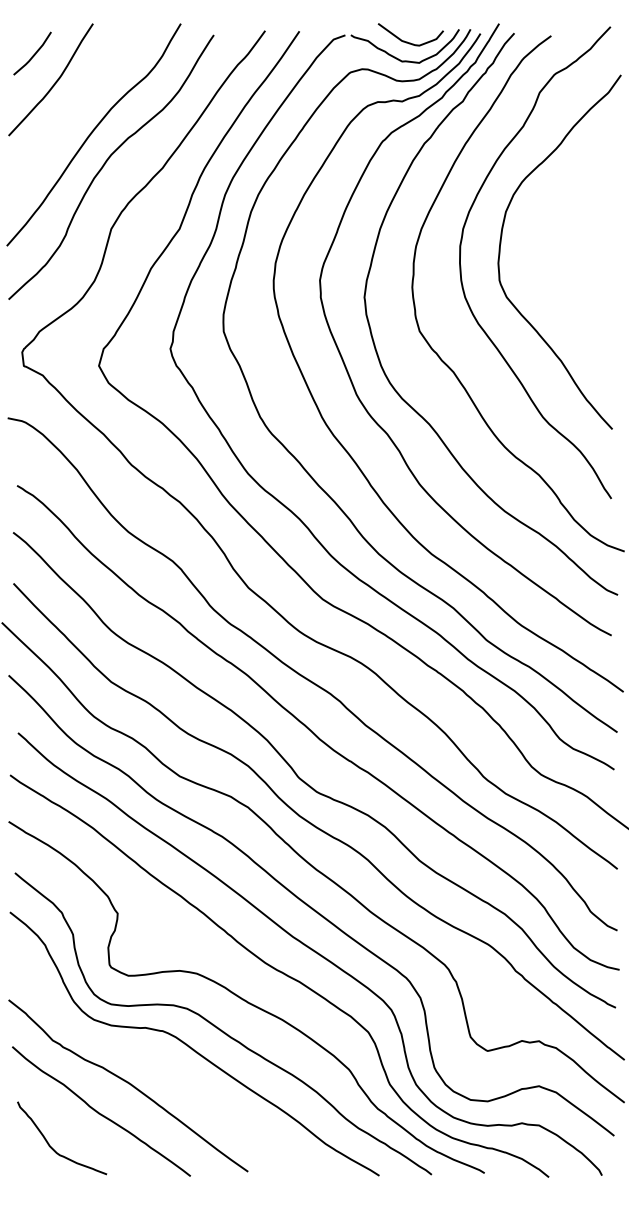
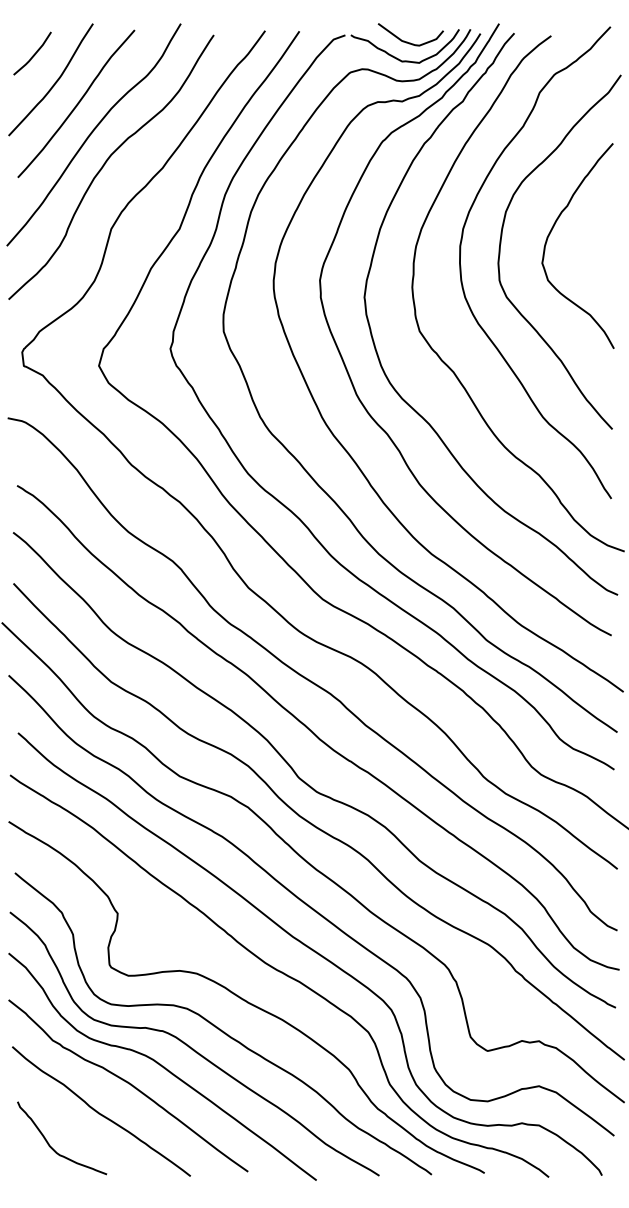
curve at (77, 103): none -> present
curve at (551, 232): none -> present
curve at (162, 1066): none -> present
